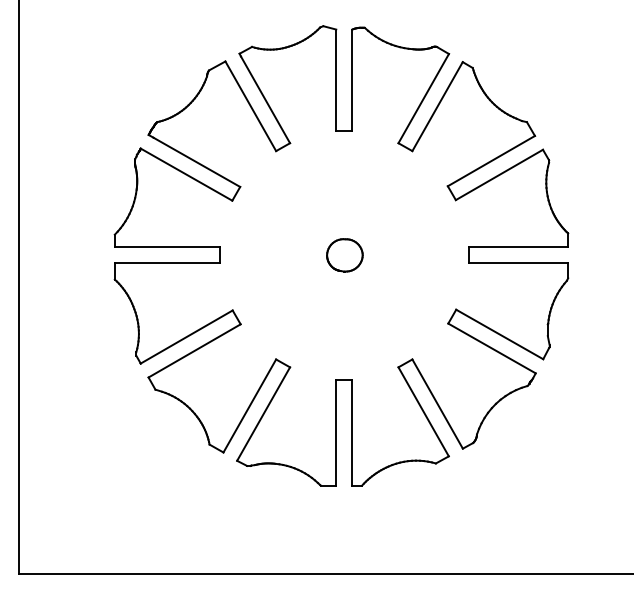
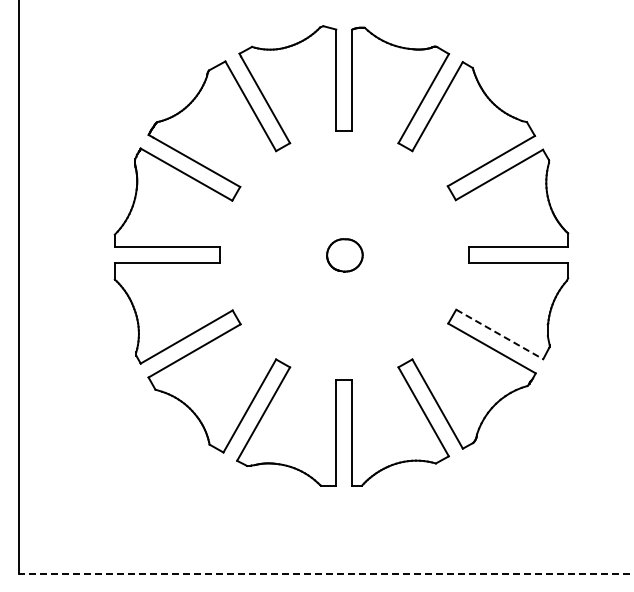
line at (500, 334): solid -> dashed
line at (325, 574): solid -> dashed
